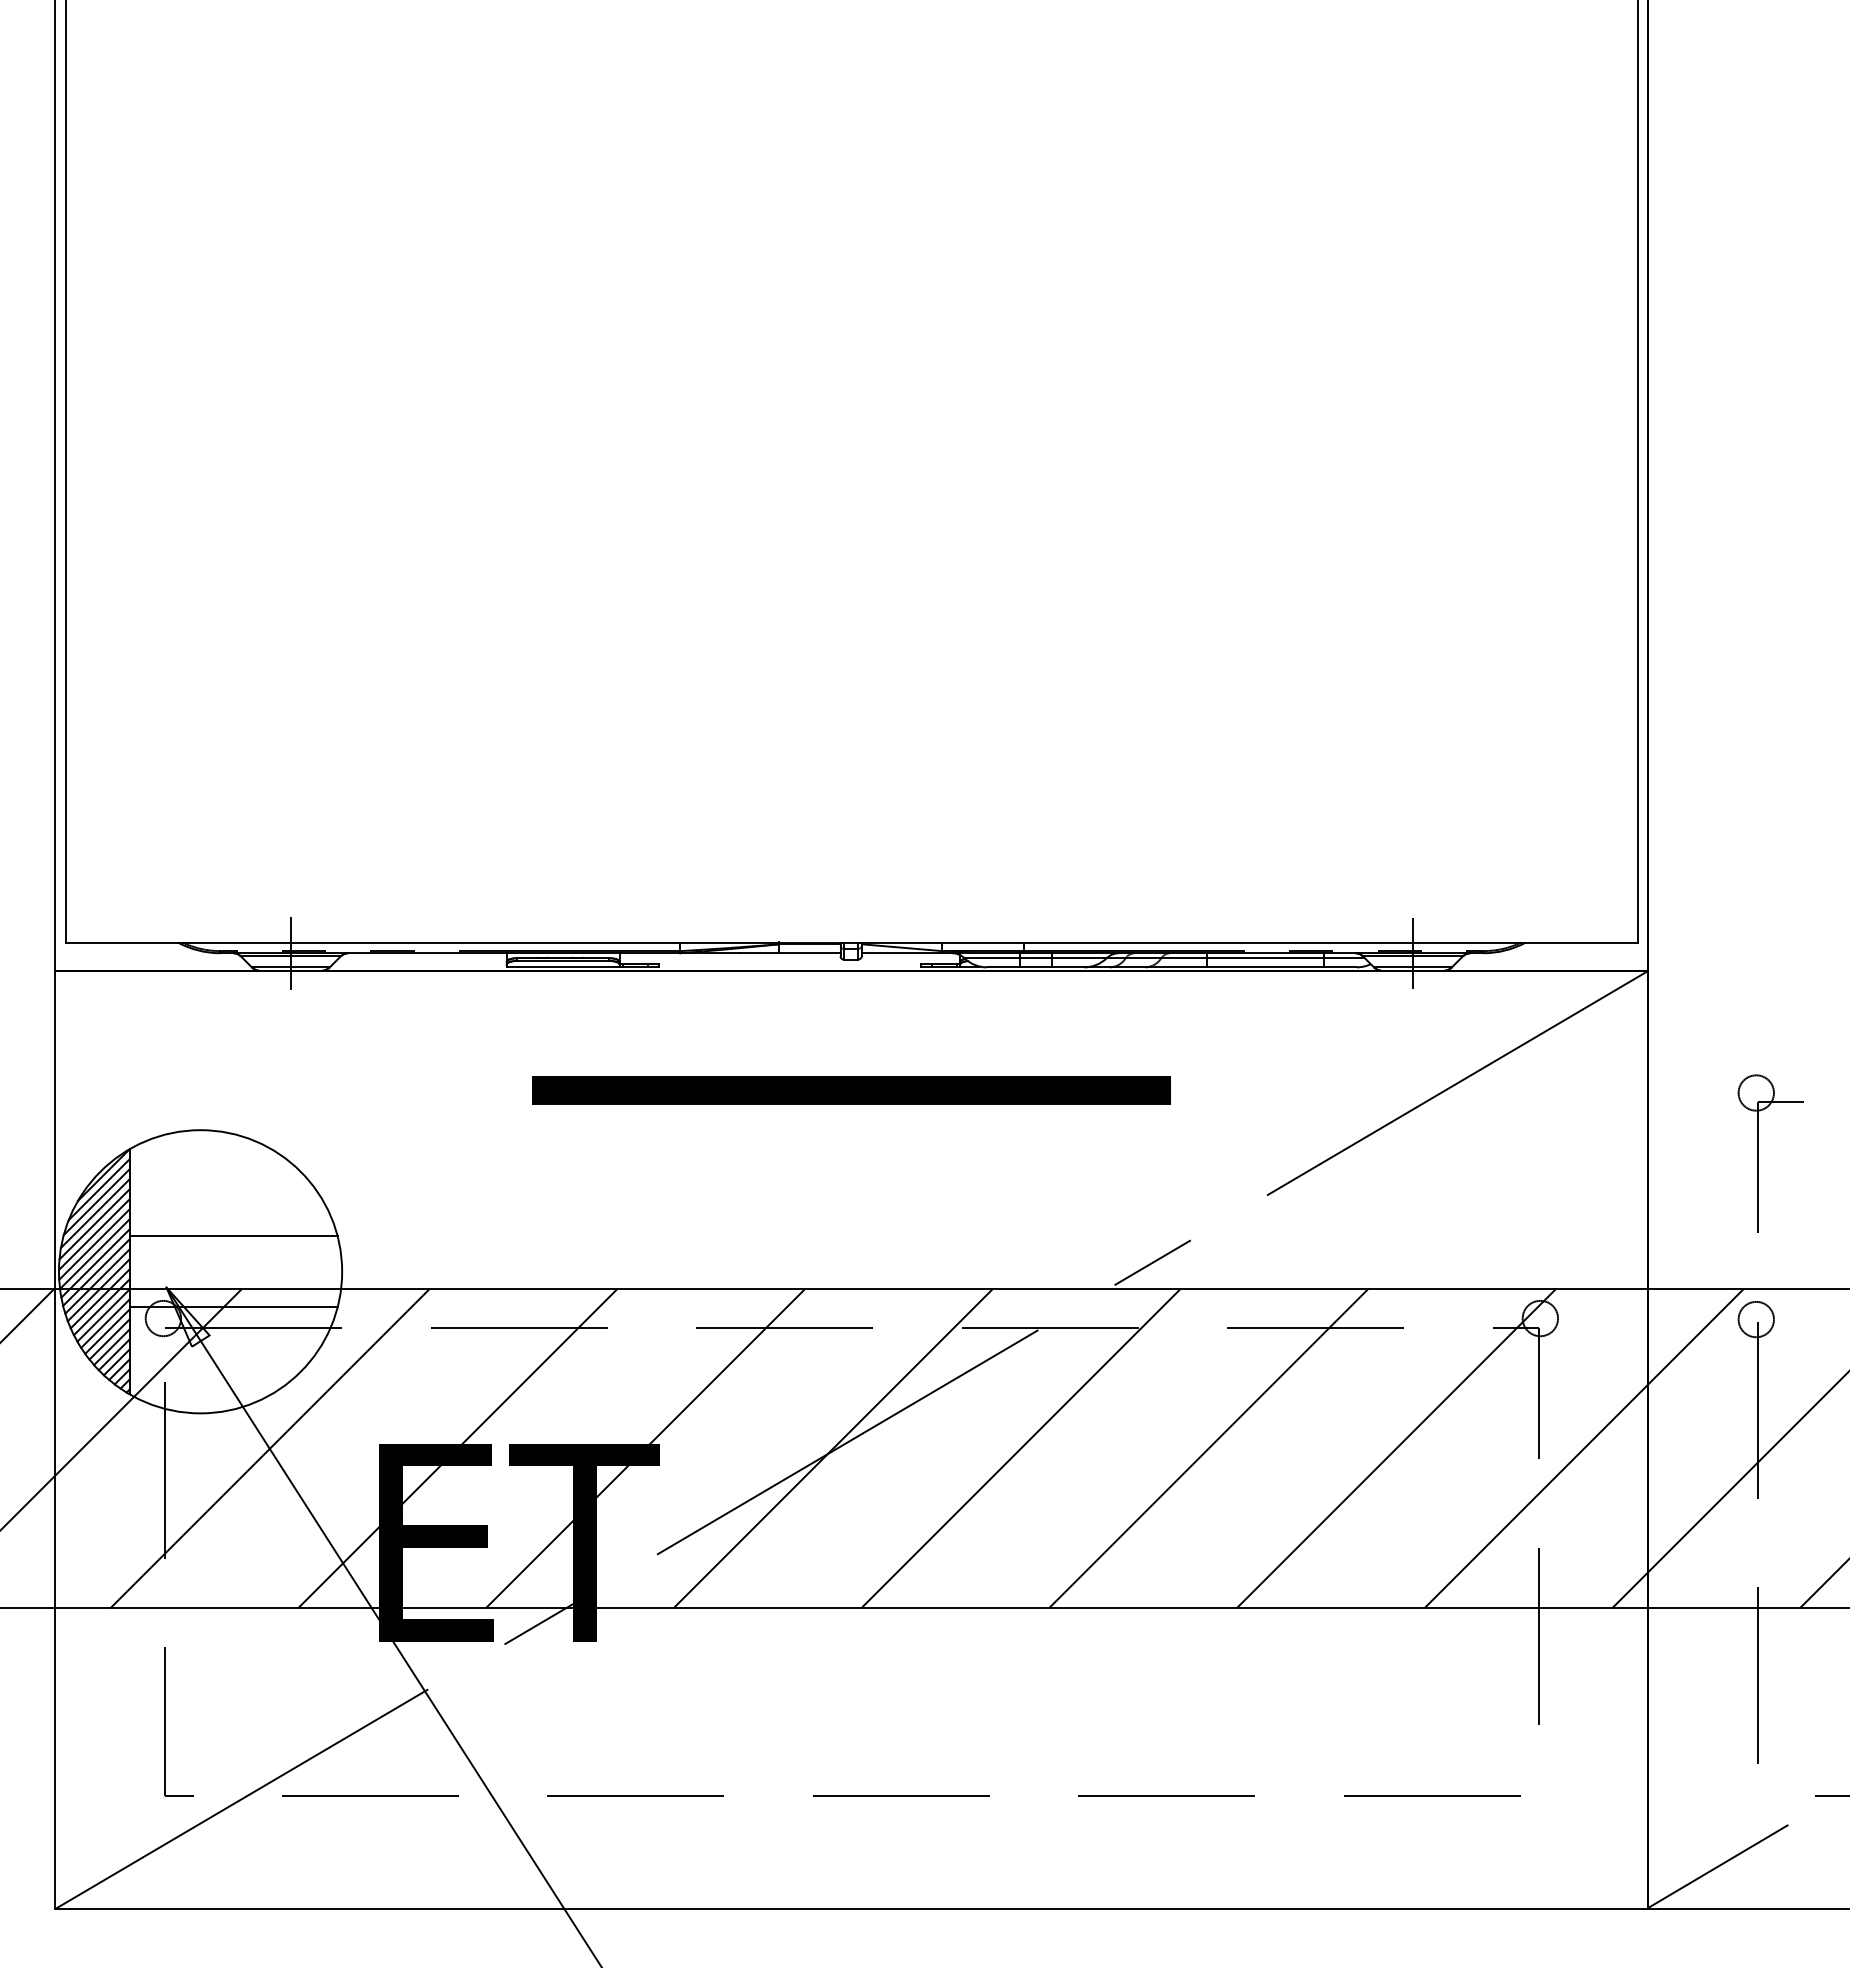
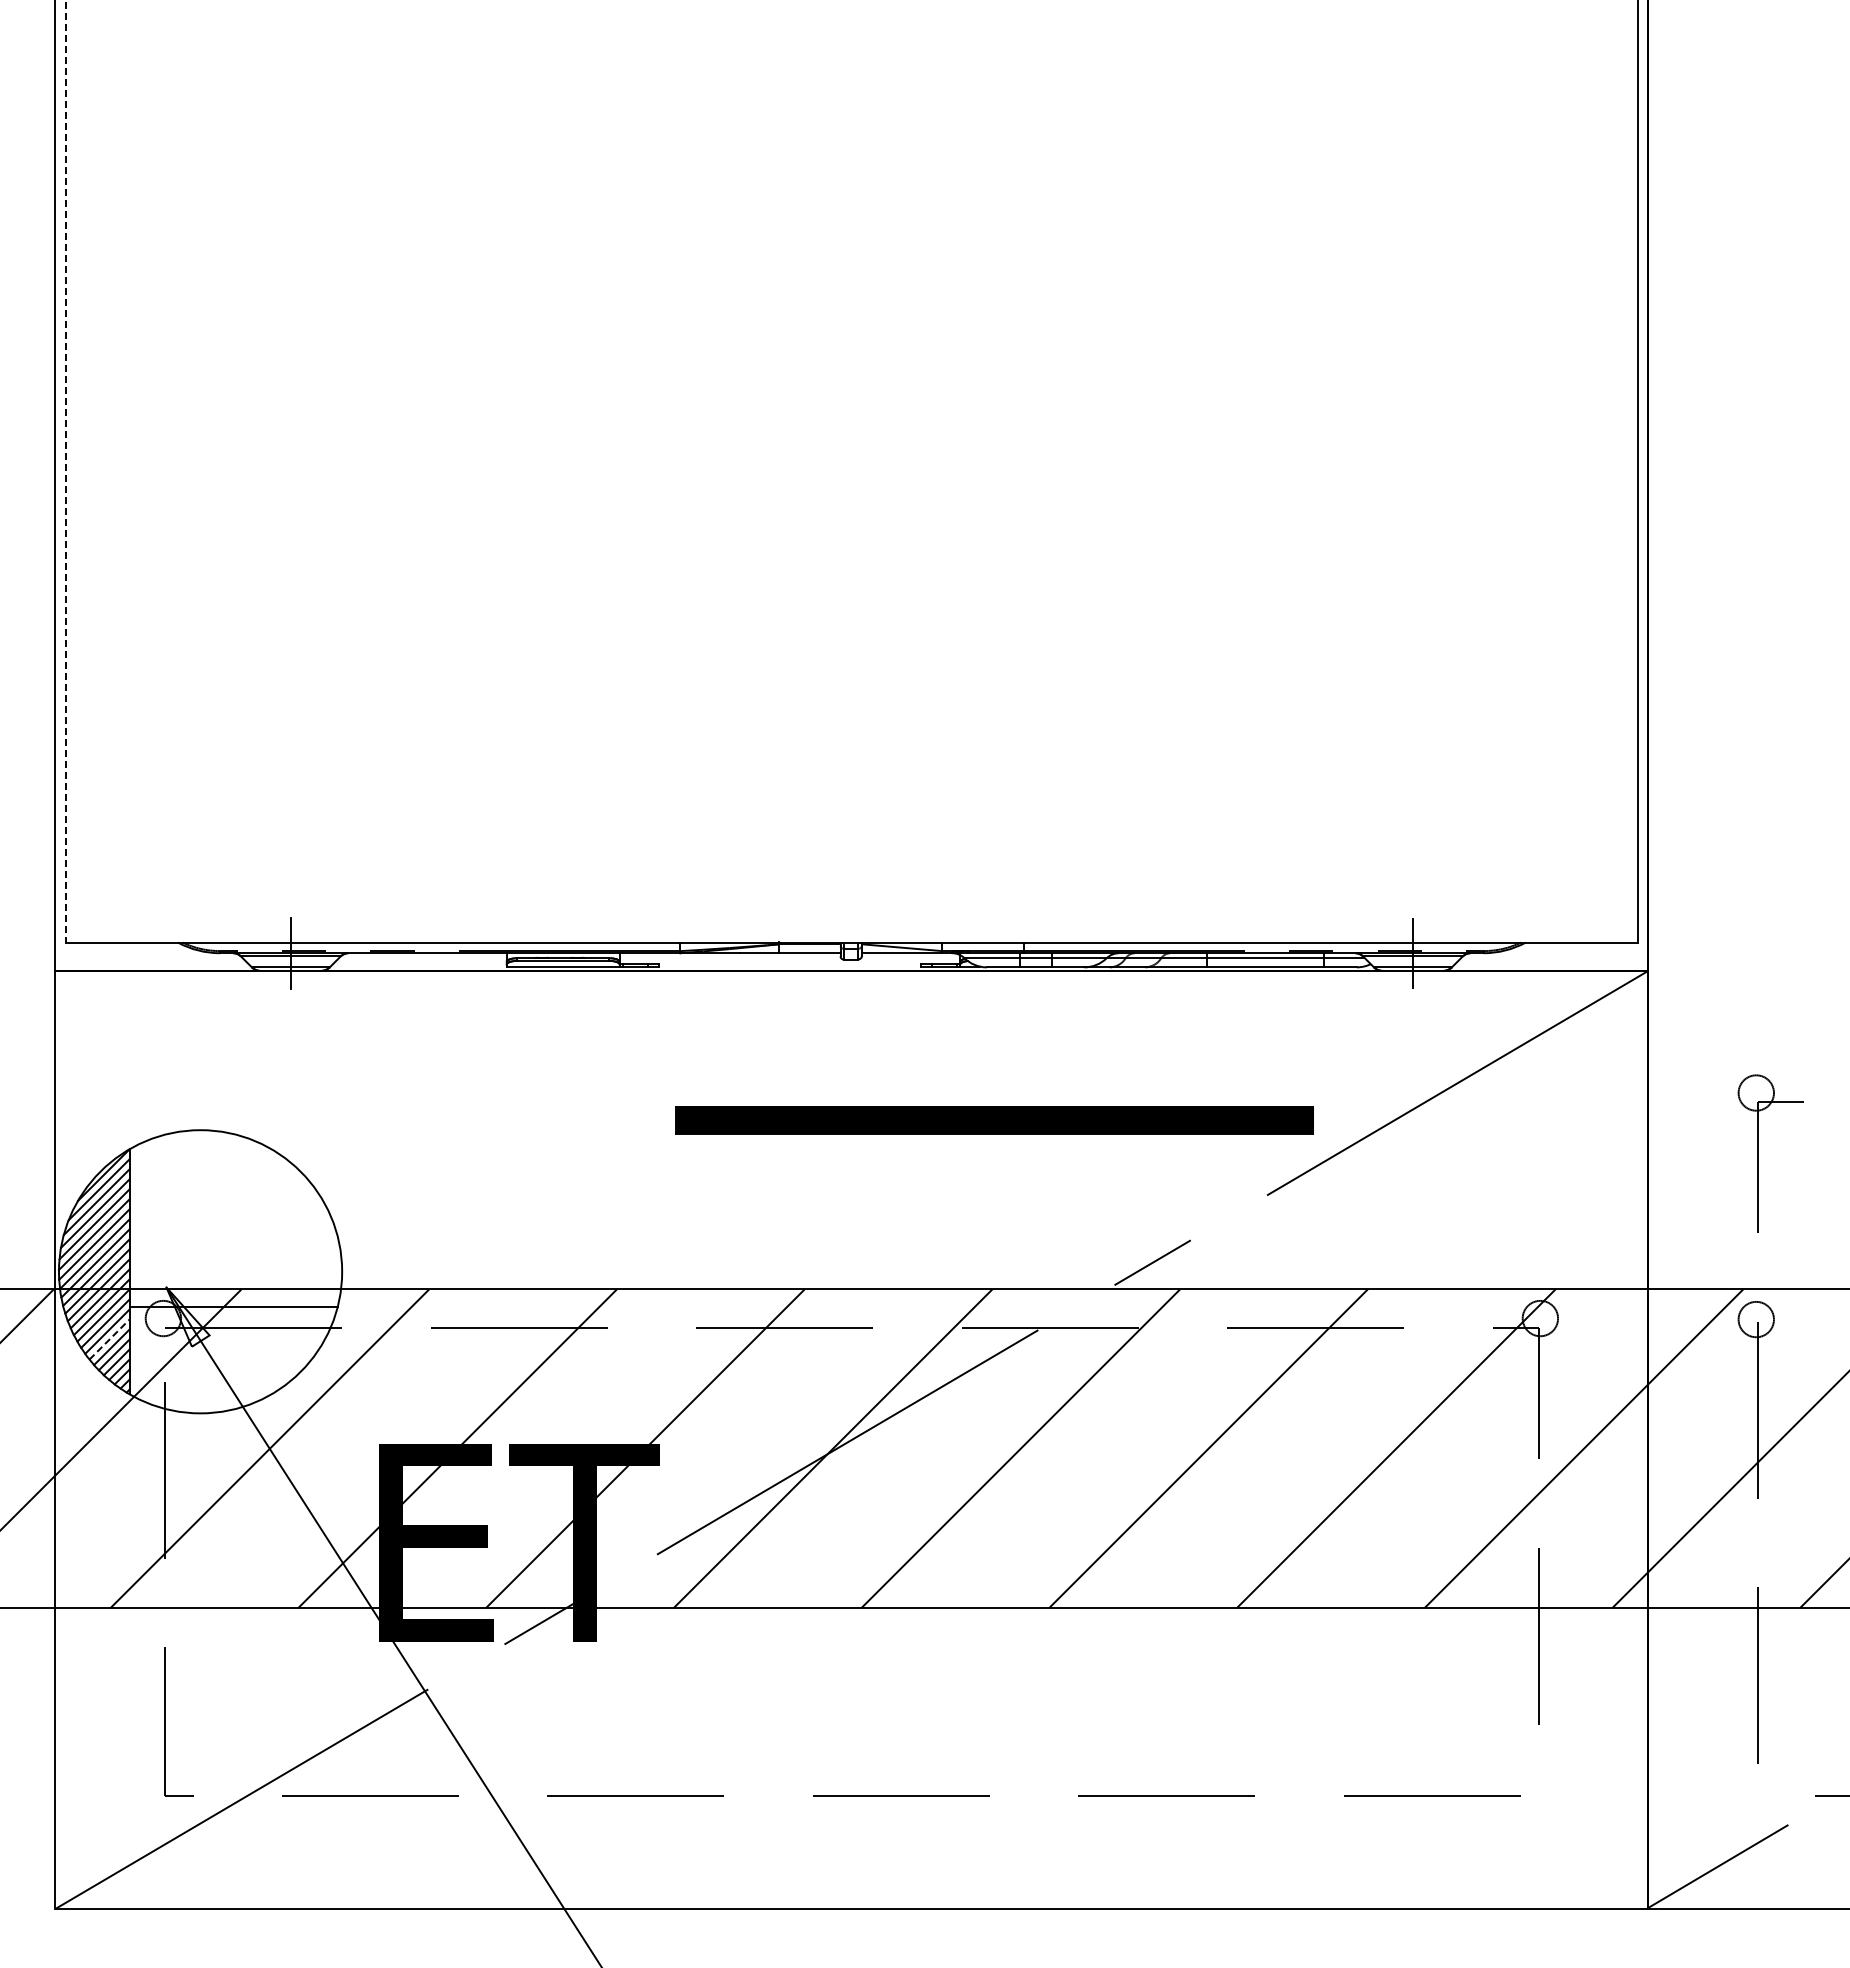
line at (66, 471): solid -> dashed
part at (851, 1090) position: (851, 1090) -> (994, 1120)
line at (233, 1236): present -> none
line at (109, 1339): solid -> dashed
